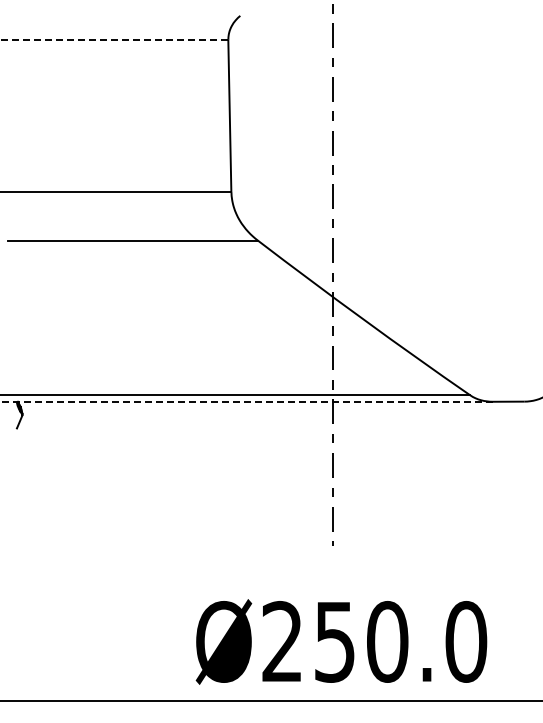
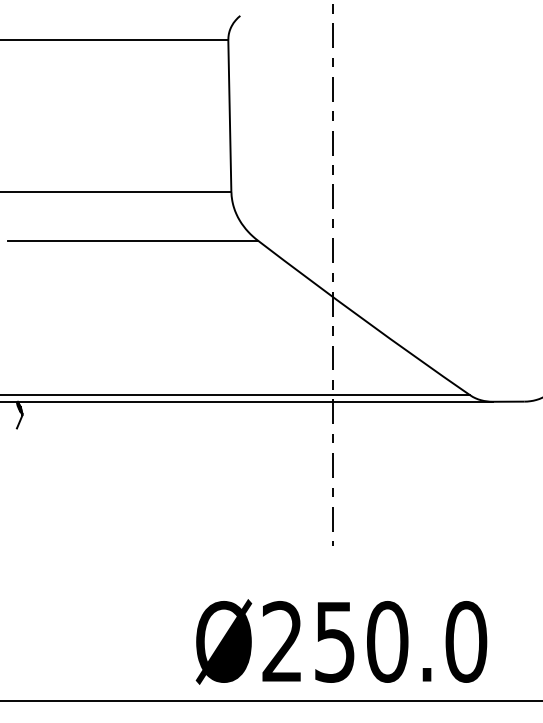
line at (114, 39): dashed -> solid
line at (246, 401): dashed -> solid
